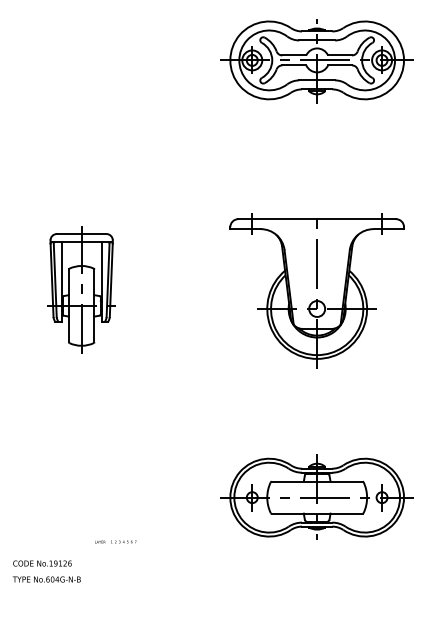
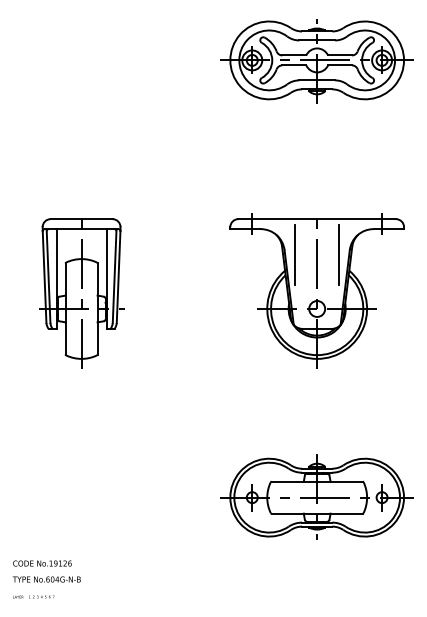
line at (295, 255): none -> present
line at (339, 255): none -> present
part at (81, 290) size: 69x127 px -> 86x151 px
text at (115, 541) position: (115, 541) -> (33, 596)
